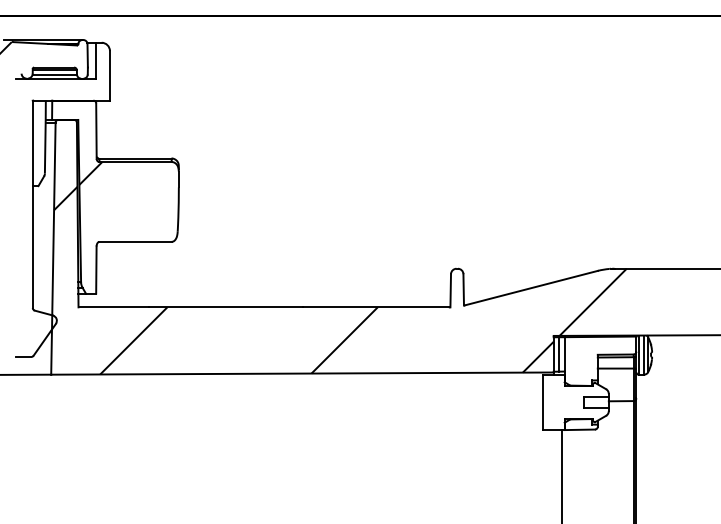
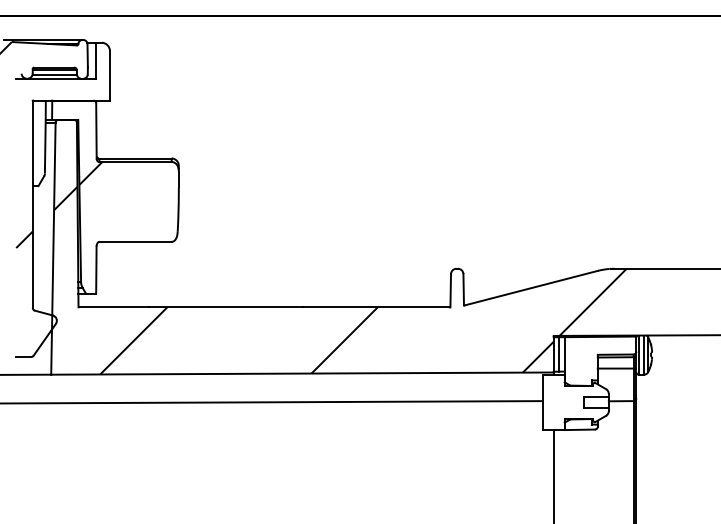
hatch at (24, 239): none -> present
line at (272, 402): none -> present
line at (561, 475) position: (561, 475) -> (553, 475)
